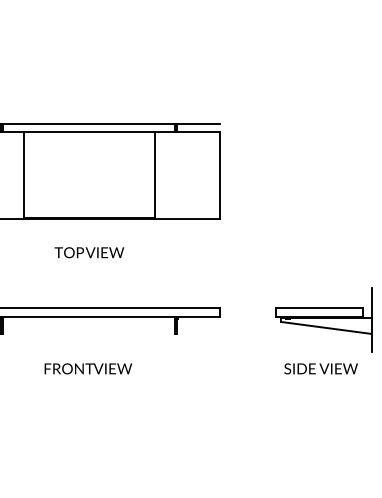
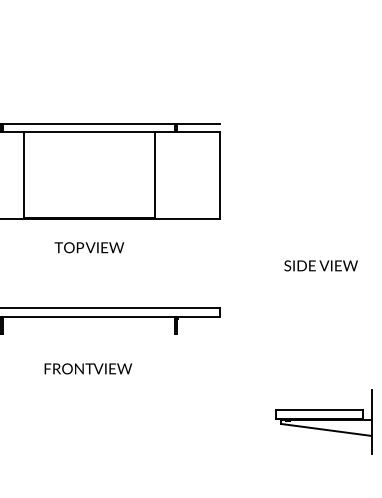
text at (89, 252) position: (89, 252) -> (89, 247)
part at (323, 319) position: (323, 319) -> (323, 421)
text at (320, 368) position: (320, 368) -> (320, 265)
